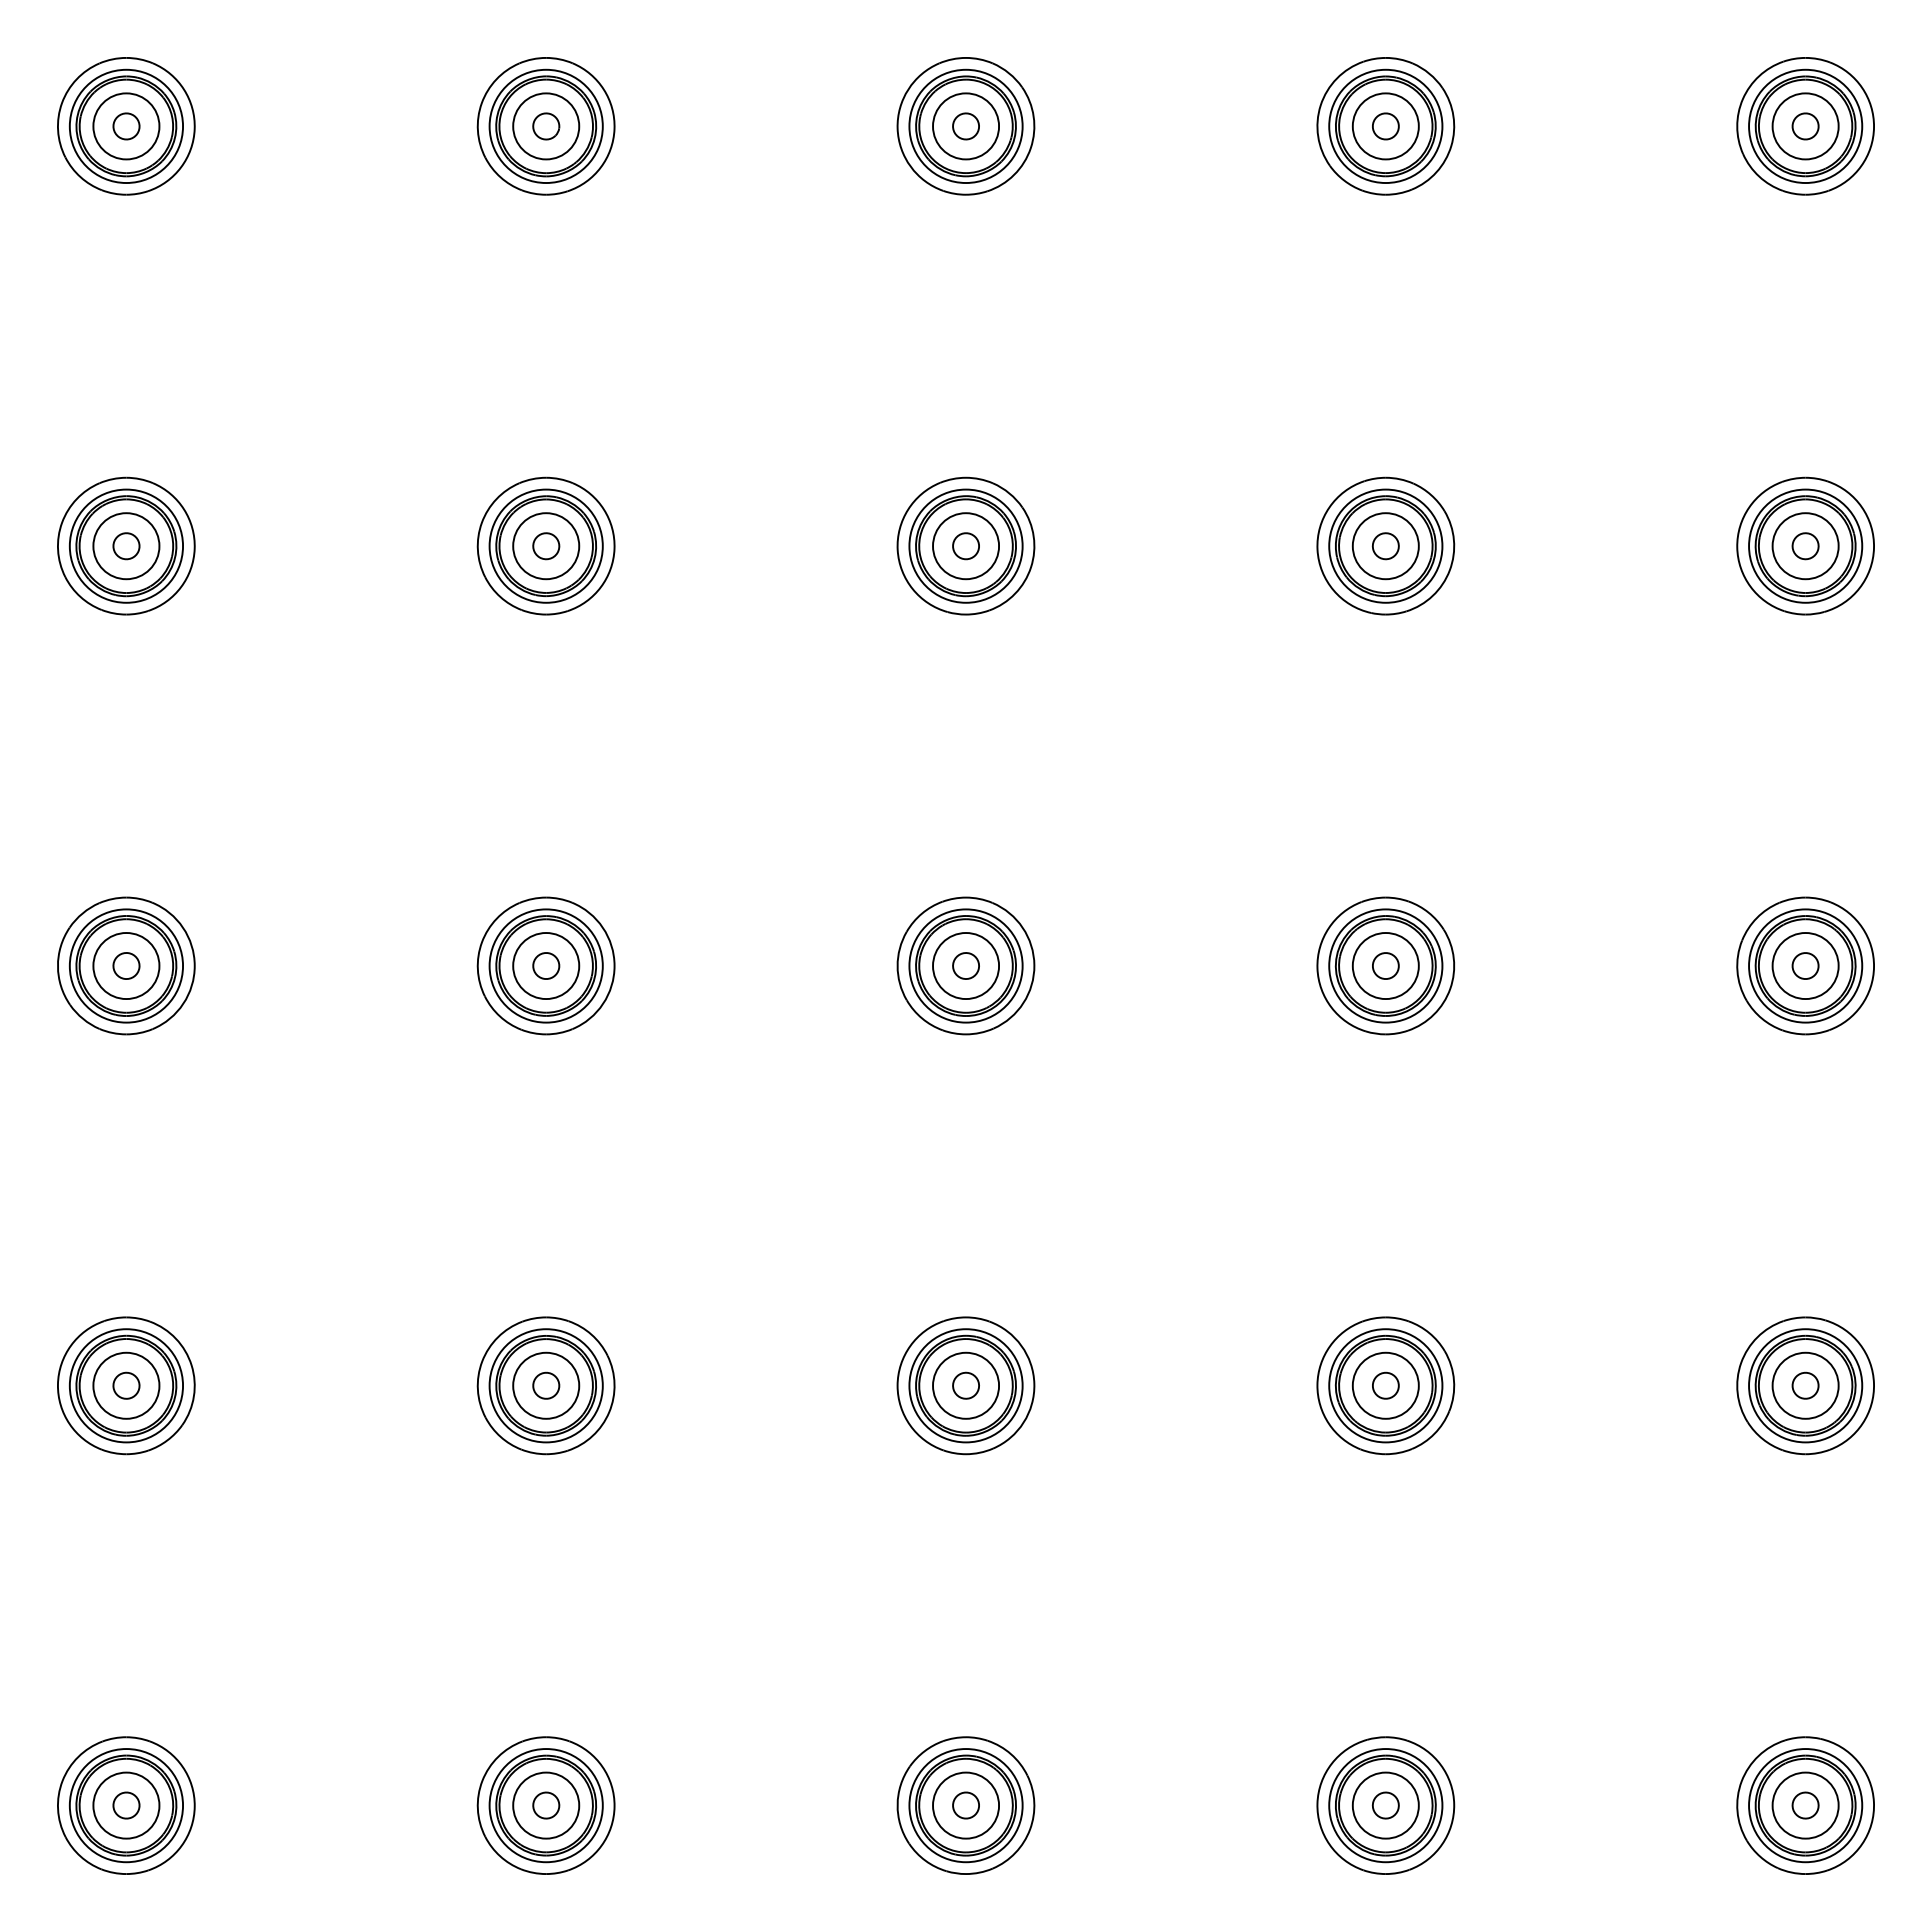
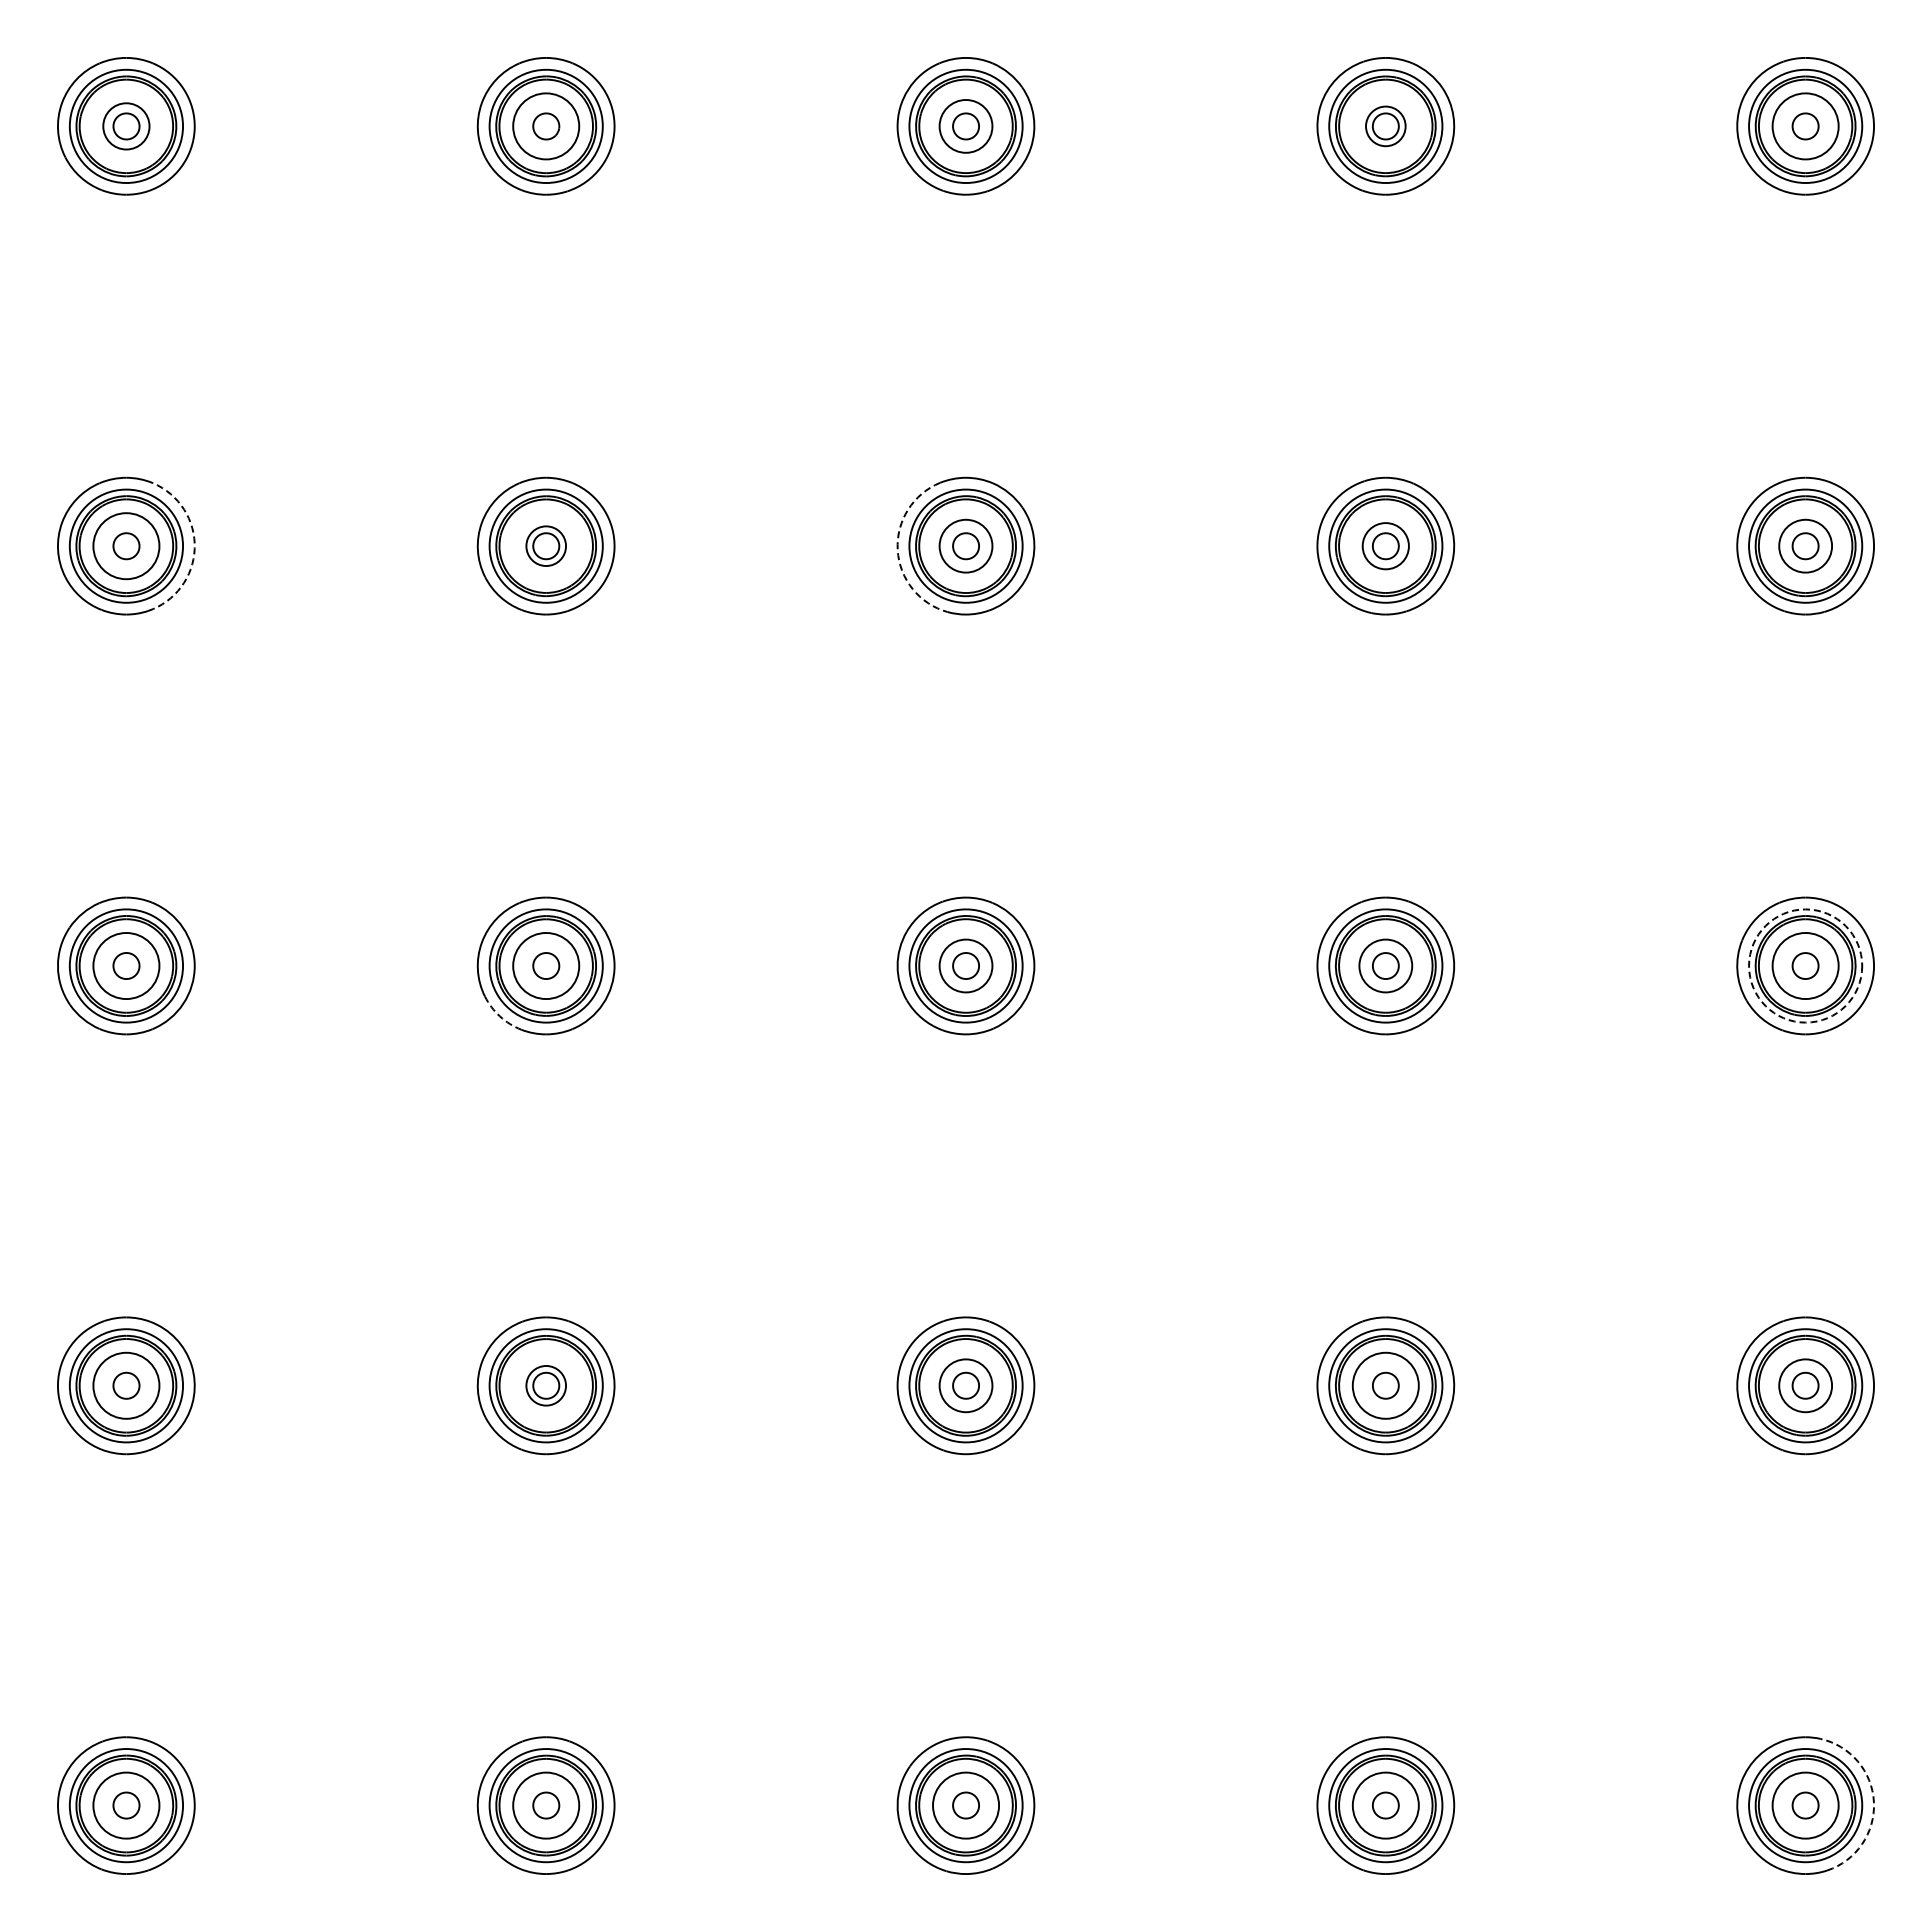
circle at (126, 126) diameter: 66 px -> 46 px
circle at (966, 126) diameter: 66 px -> 53 px
circle at (1385, 126) diameter: 66 px -> 40 px
circle at (546, 546) diameter: 66 px -> 40 px
circle at (966, 546) diameter: 66 px -> 53 px
circle at (1385, 546) diameter: 66 px -> 46 px
circle at (1805, 546) diameter: 66 px -> 53 px
arc at (194, 548): solid -> dashed
arc at (897, 550): solid -> dashed
circle at (1805, 965): solid -> dashed
circle at (966, 966) diameter: 66 px -> 53 px
circle at (1385, 966) diameter: 66 px -> 53 px
arc at (500, 1016): solid -> dashed
circle at (546, 1385) diameter: 66 px -> 40 px
circle at (966, 1385) diameter: 66 px -> 53 px
circle at (1805, 1385) diameter: 66 px -> 53 px
arc at (1873, 1802): solid -> dashed
